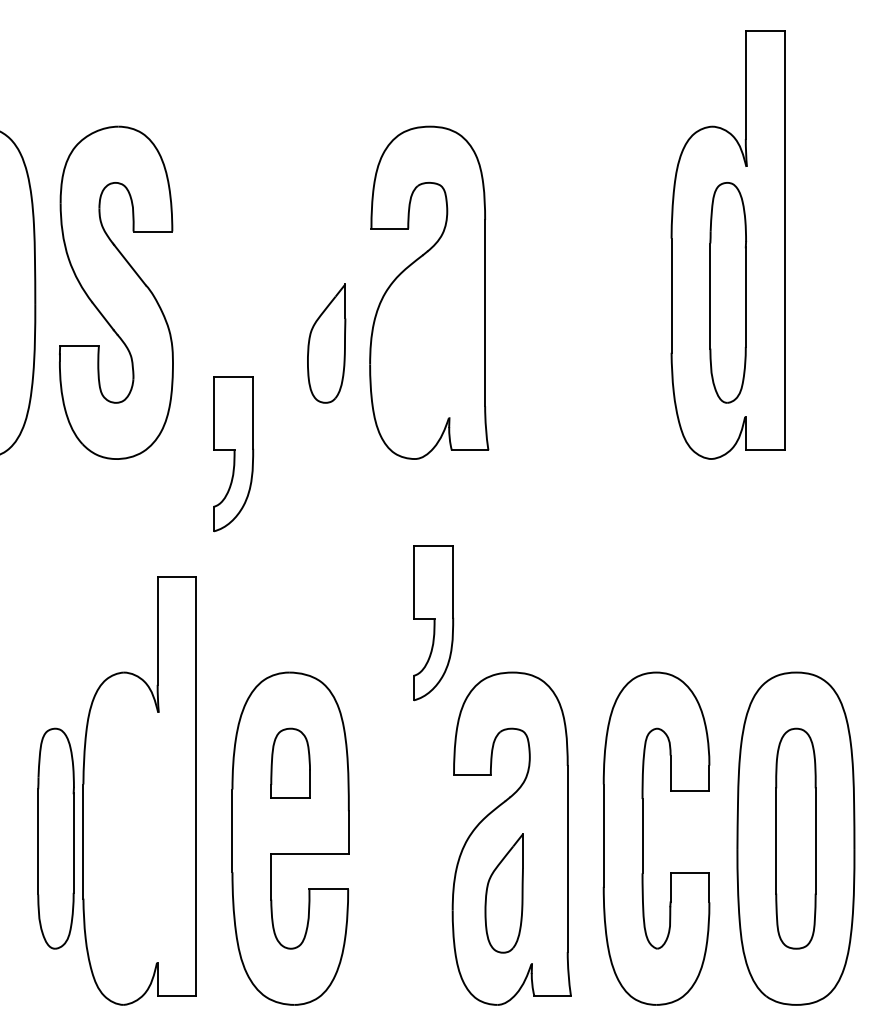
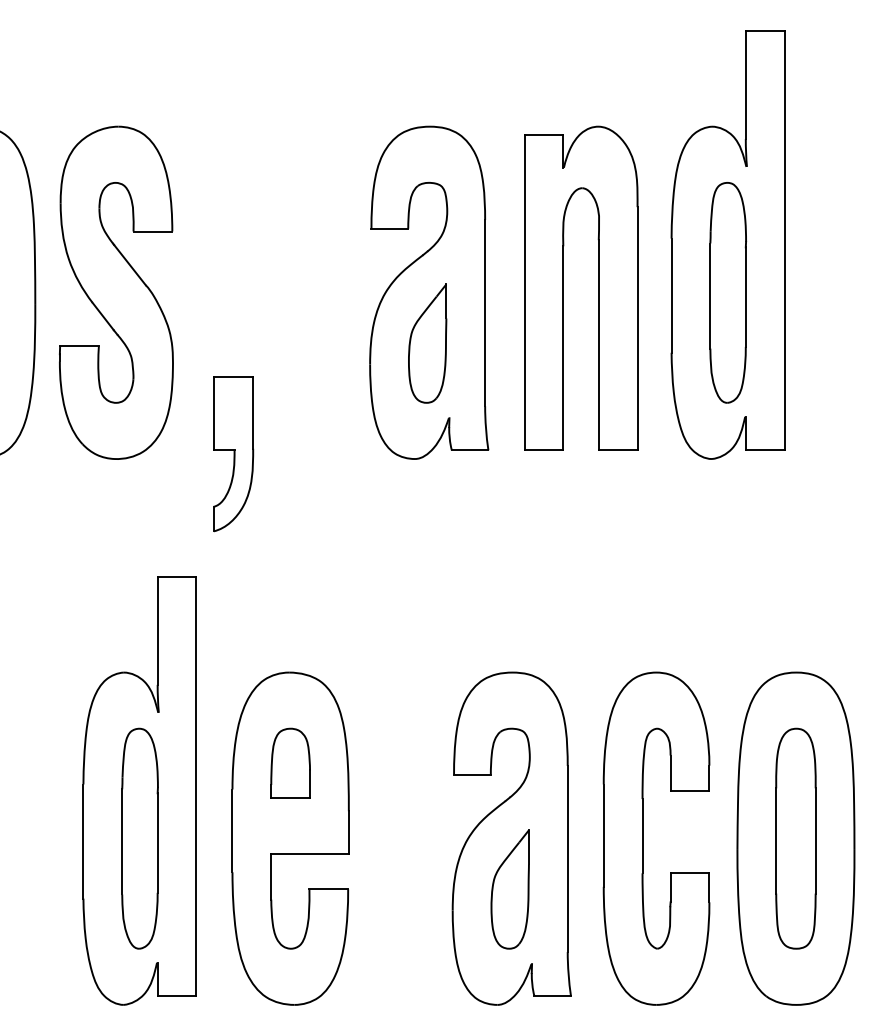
part at (598, 287): none -> present
part at (326, 343) position: (326, 343) -> (427, 343)
part at (433, 623): present -> none
part at (55, 838) position: (55, 838) -> (139, 838)
part at (503, 893) position: (503, 893) -> (509, 889)
